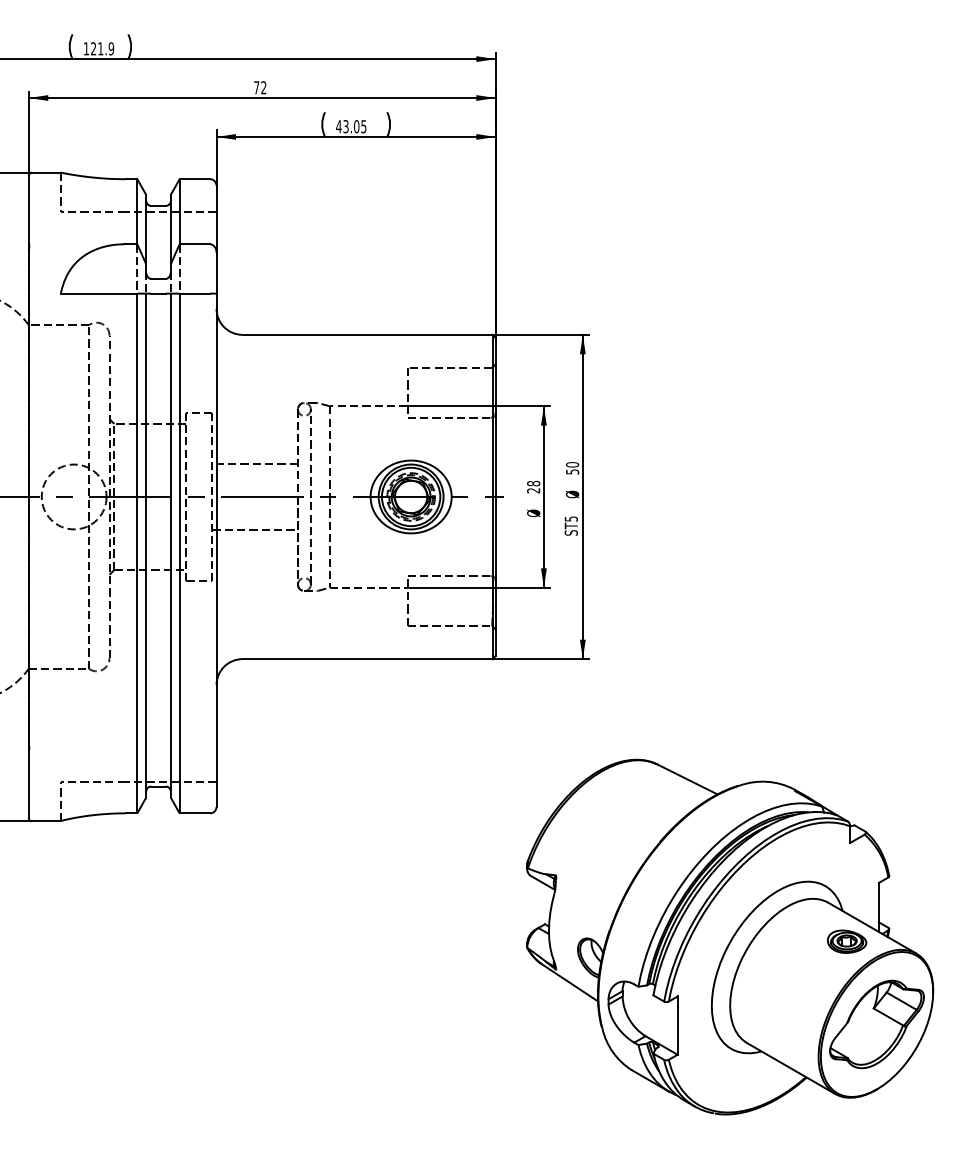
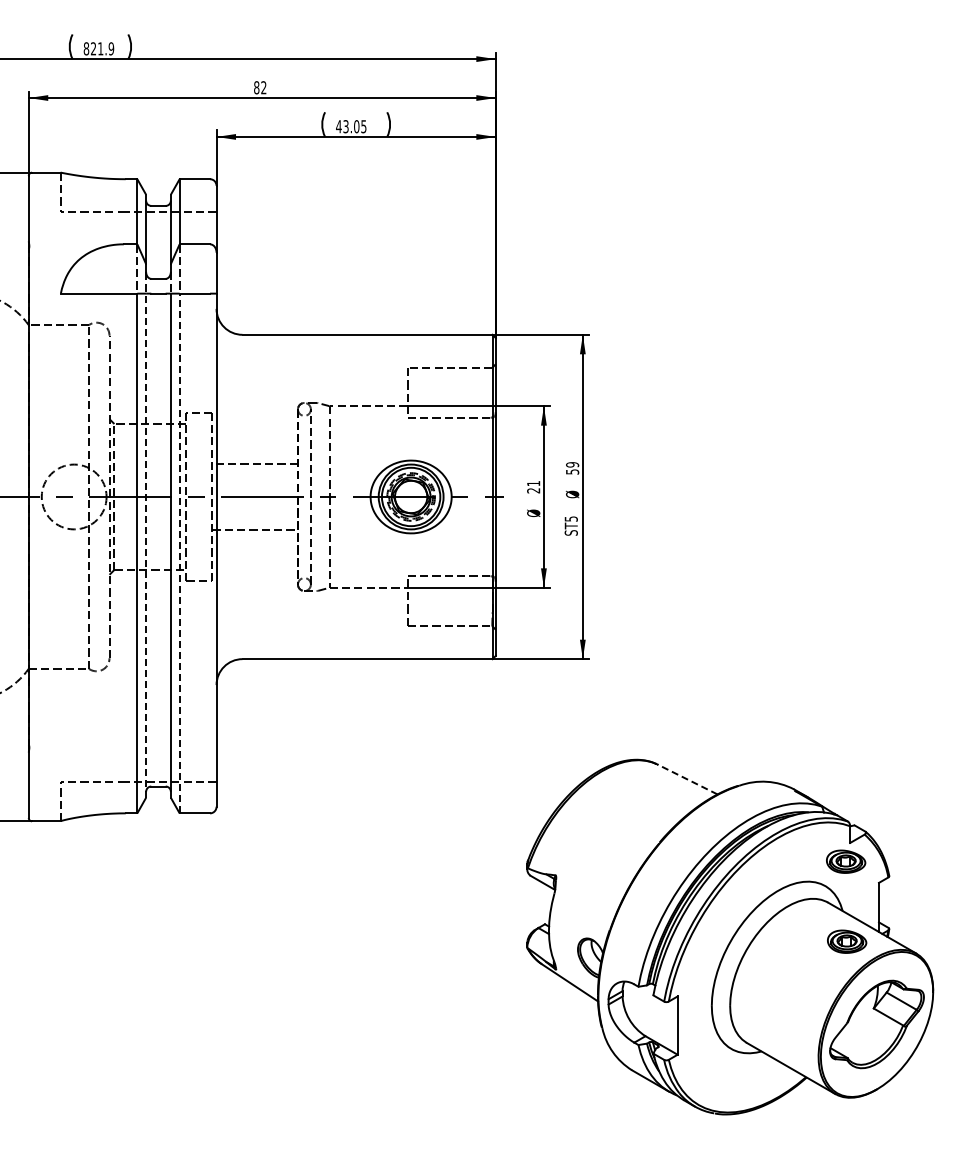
text at (86, 48): 121.9 -> 821.9
text at (256, 87): 72 -> 82
text at (572, 464): 50 -> 59
text at (533, 483): 28 -> 21
line at (146, 545): solid -> dashed
line at (179, 553): solid -> dashed
line at (687, 779): solid -> dashed
part at (846, 861): none -> present
